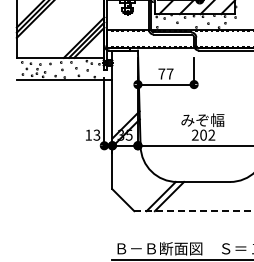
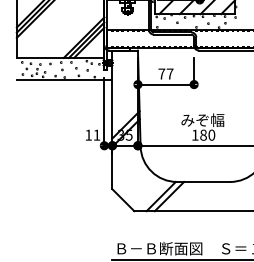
text at (96, 134): 13 -> 11
text at (203, 134): 202 -> 180
line at (194, 211): dashed -> solid
